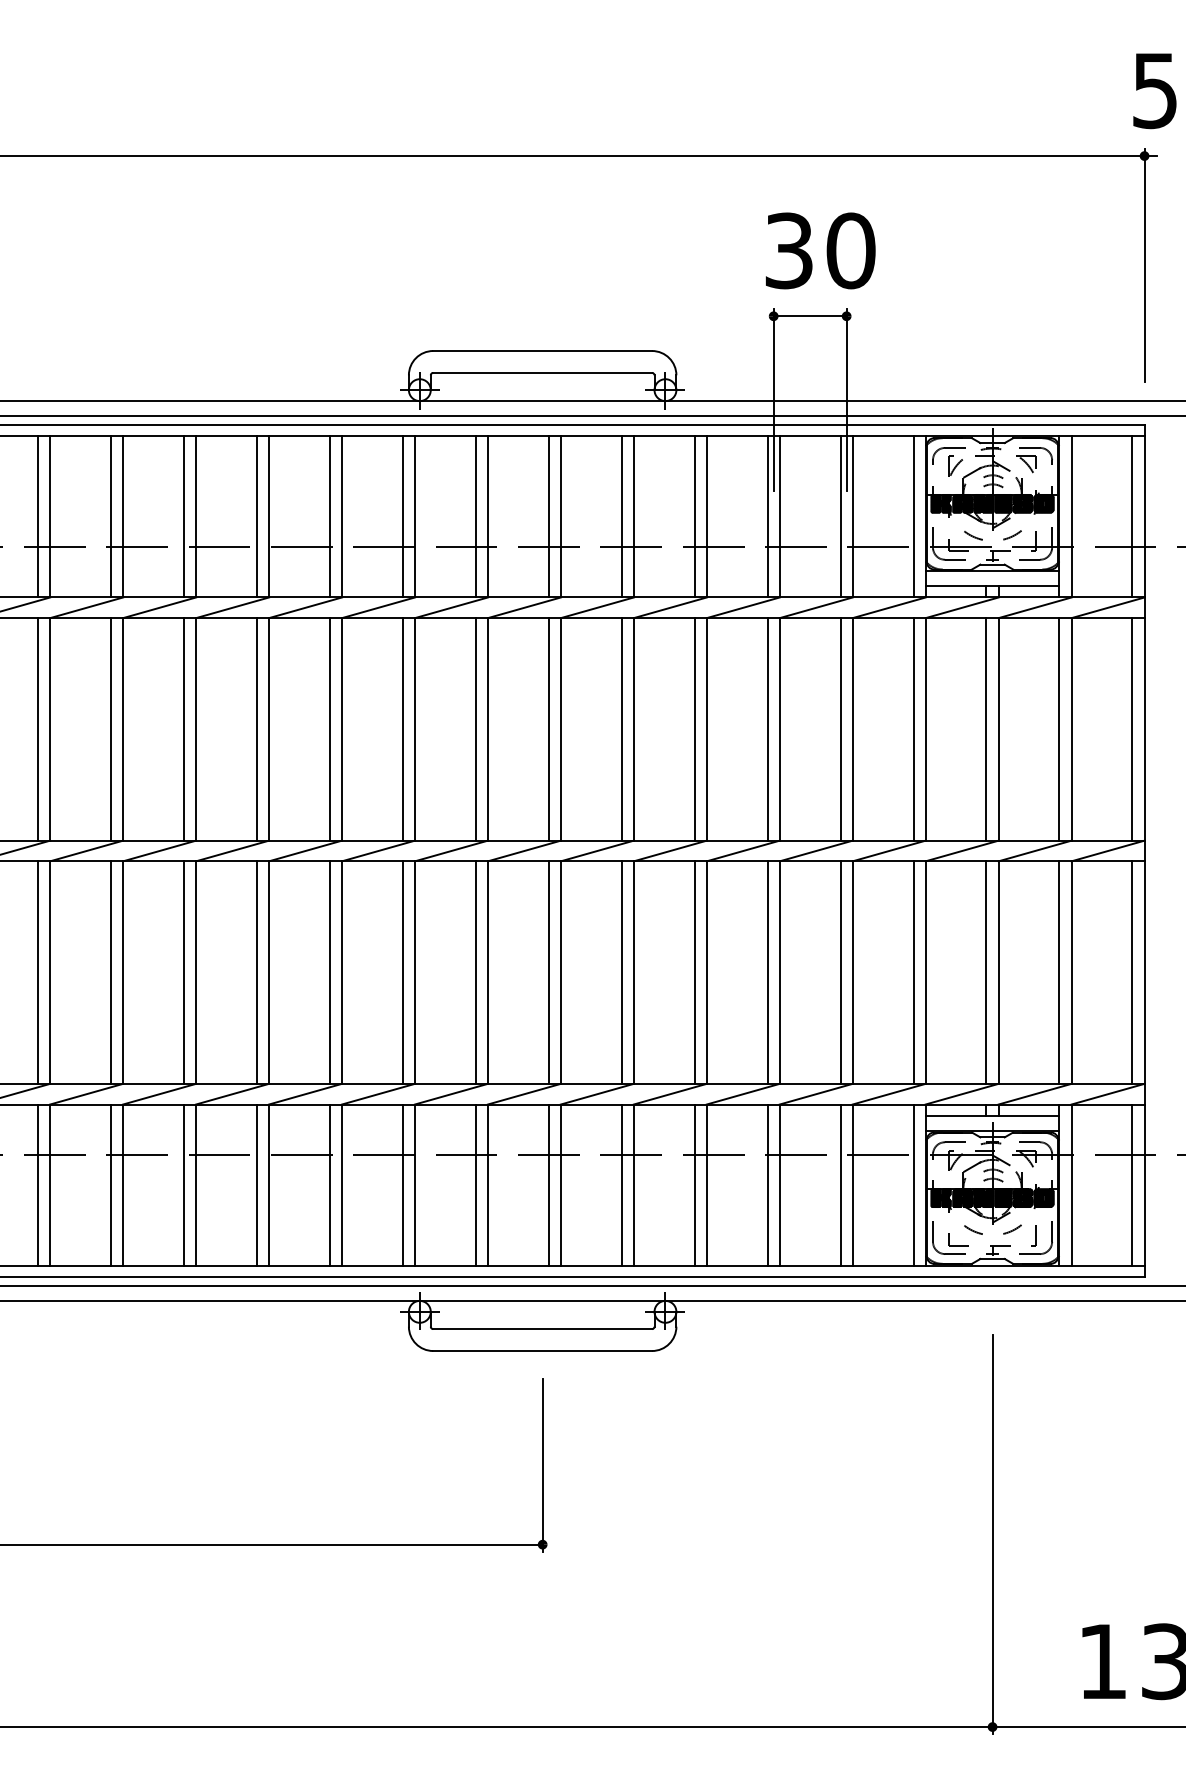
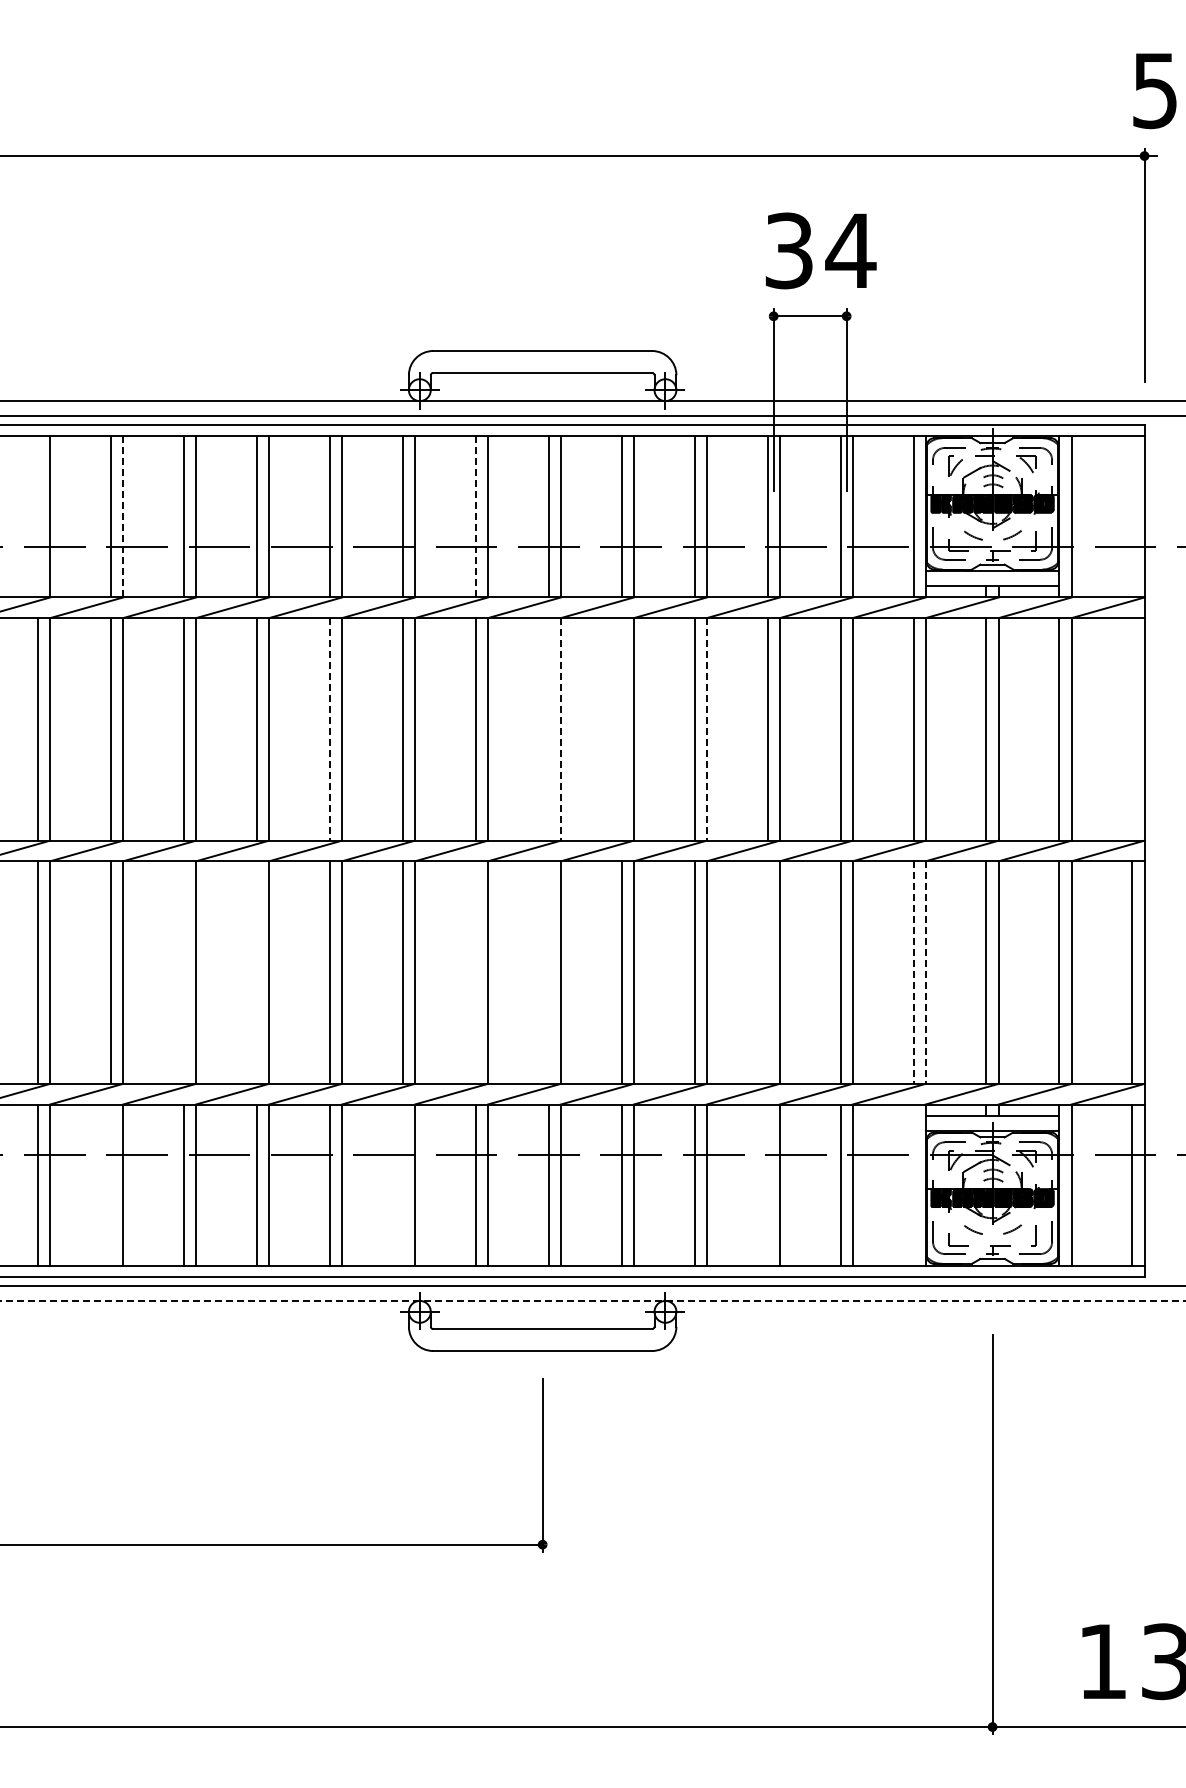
text at (850, 250): 30 -> 34
line at (38, 516): present -> none
line at (123, 516): solid -> dashed
line at (475, 516): solid -> dashed
line at (1132, 516): present -> none
line at (329, 729): solid -> dashed
line at (548, 729): present -> none
line at (560, 729): solid -> dashed
line at (621, 729): present -> none
line at (706, 729): solid -> dashed
line at (1132, 729): present -> none
line at (183, 972): present -> none
line at (256, 972): present -> none
line at (475, 972): present -> none
line at (548, 972): present -> none
line at (767, 972): present -> none
line at (913, 973): solid -> dashed
line at (925, 973): solid -> dashed
line at (110, 1184): present -> none
line at (402, 1184): present -> none
line at (767, 1184): present -> none
line at (913, 1184): present -> none
line at (592, 1300): solid -> dashed
